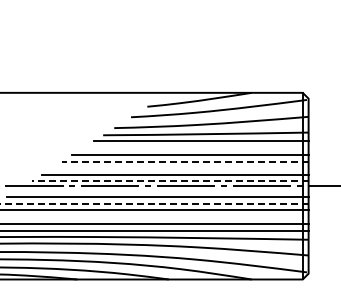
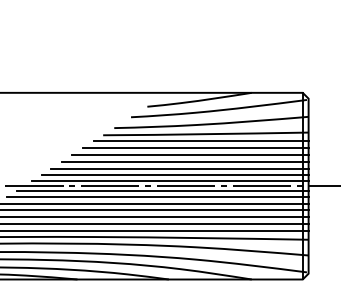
line at (195, 148): none -> present
line at (184, 161): dashed -> solid
line at (179, 168): none -> present
line at (169, 181): dashed -> solid
line at (162, 191): none -> present
line at (154, 203): dashed -> solid
line at (155, 217): none -> present
